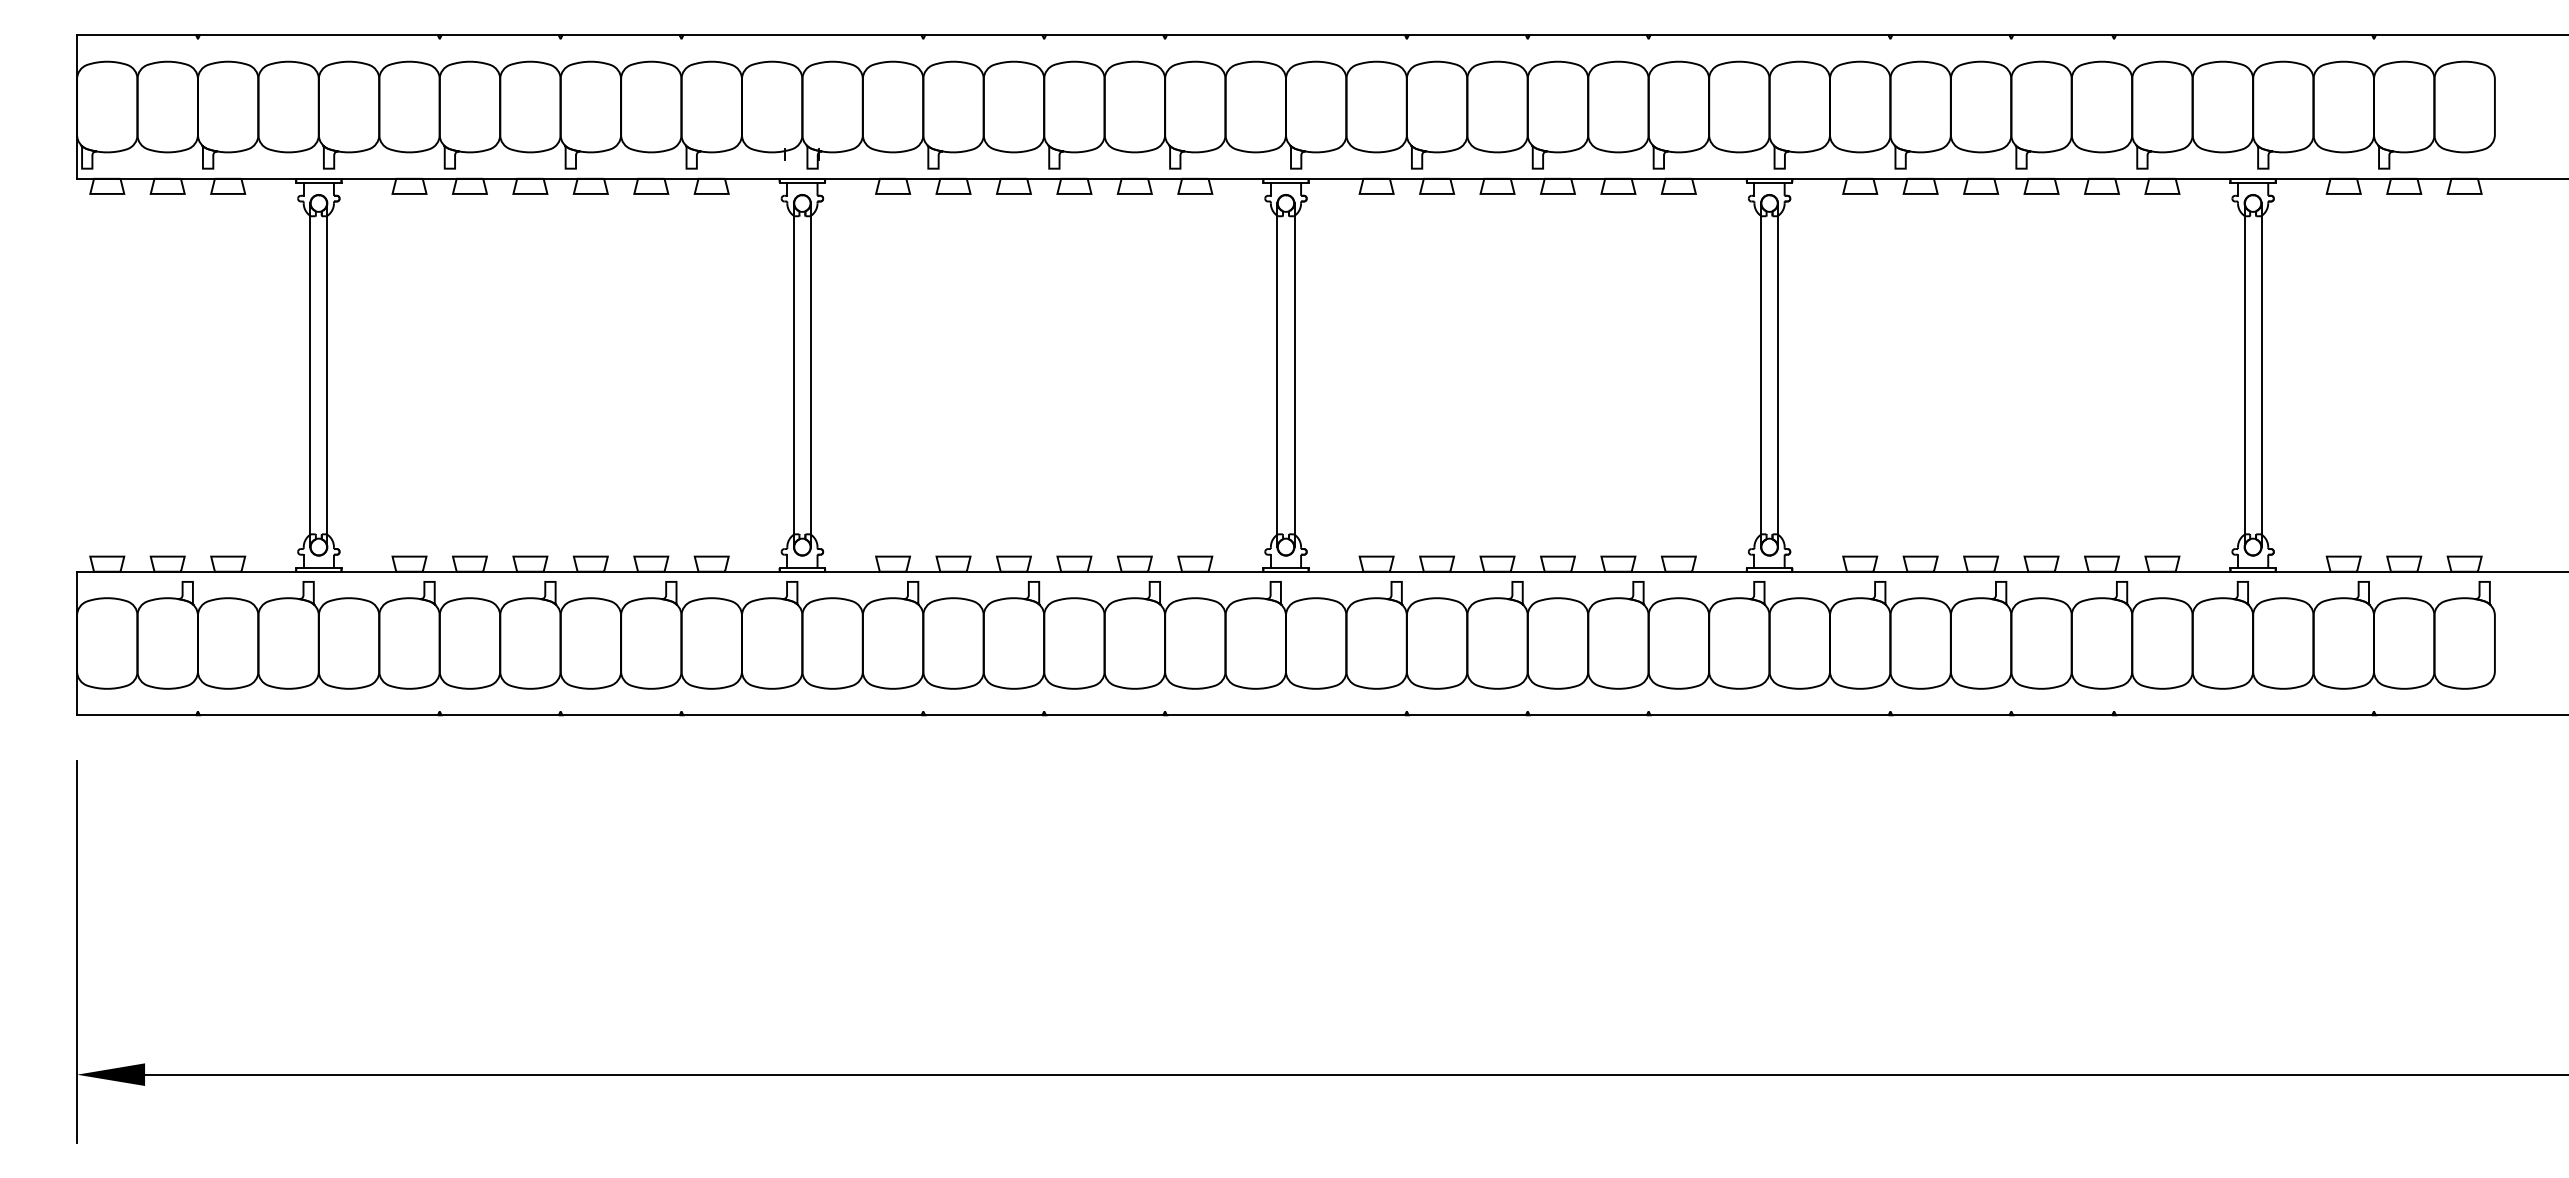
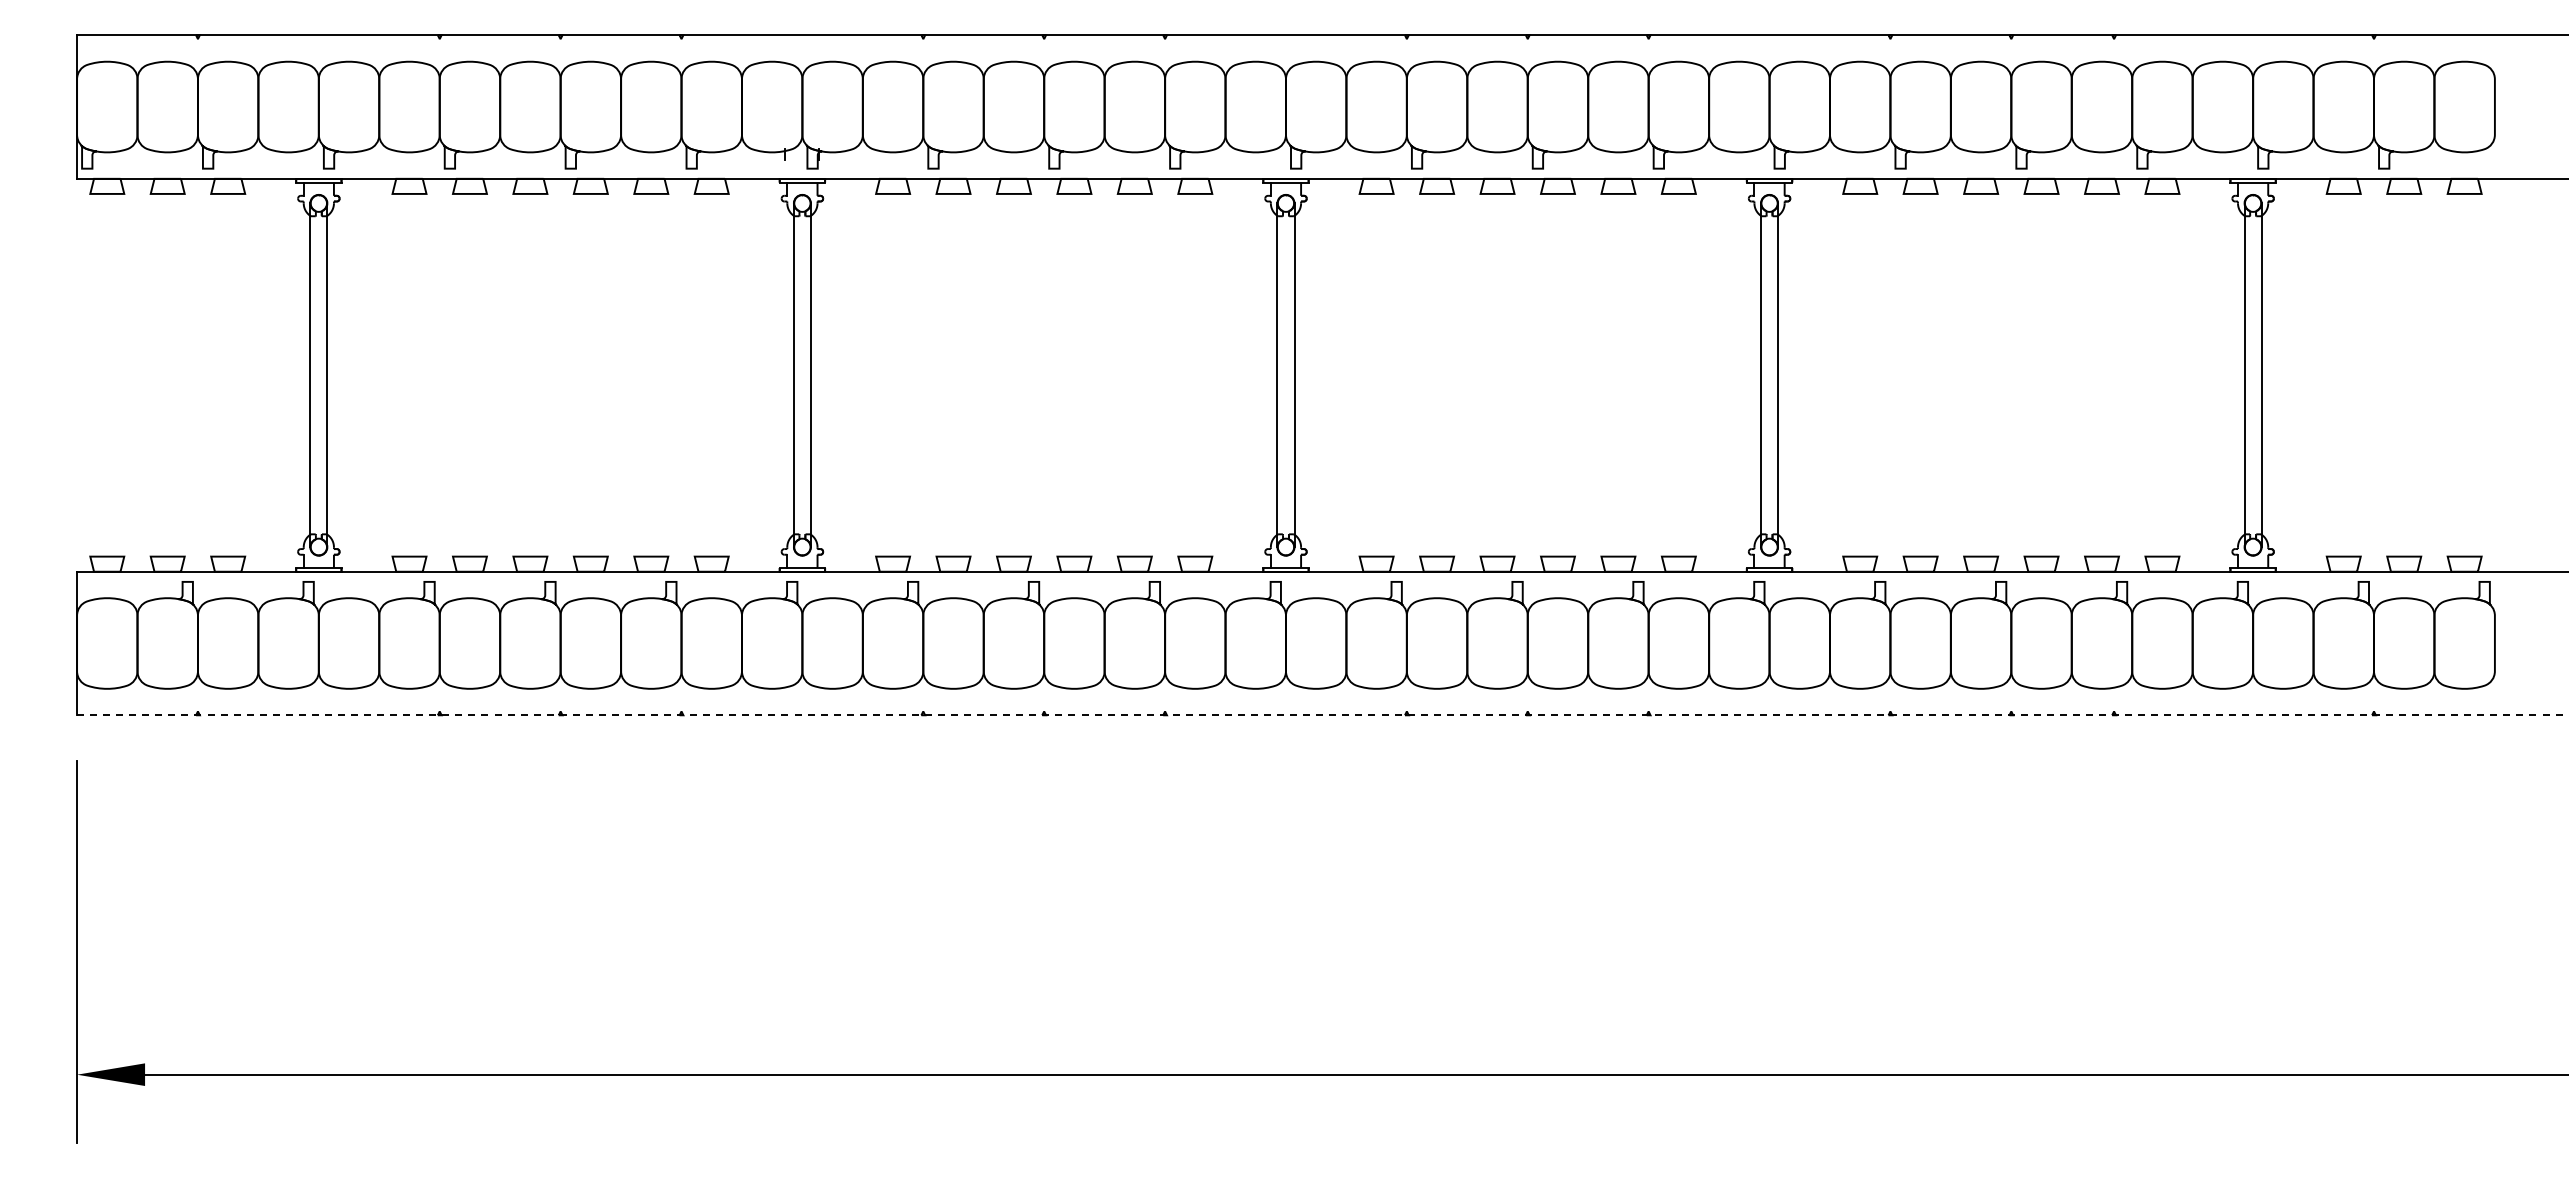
line at (1323, 715): solid -> dashed
